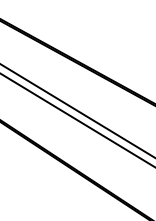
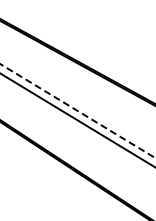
line at (78, 111): solid -> dashed
